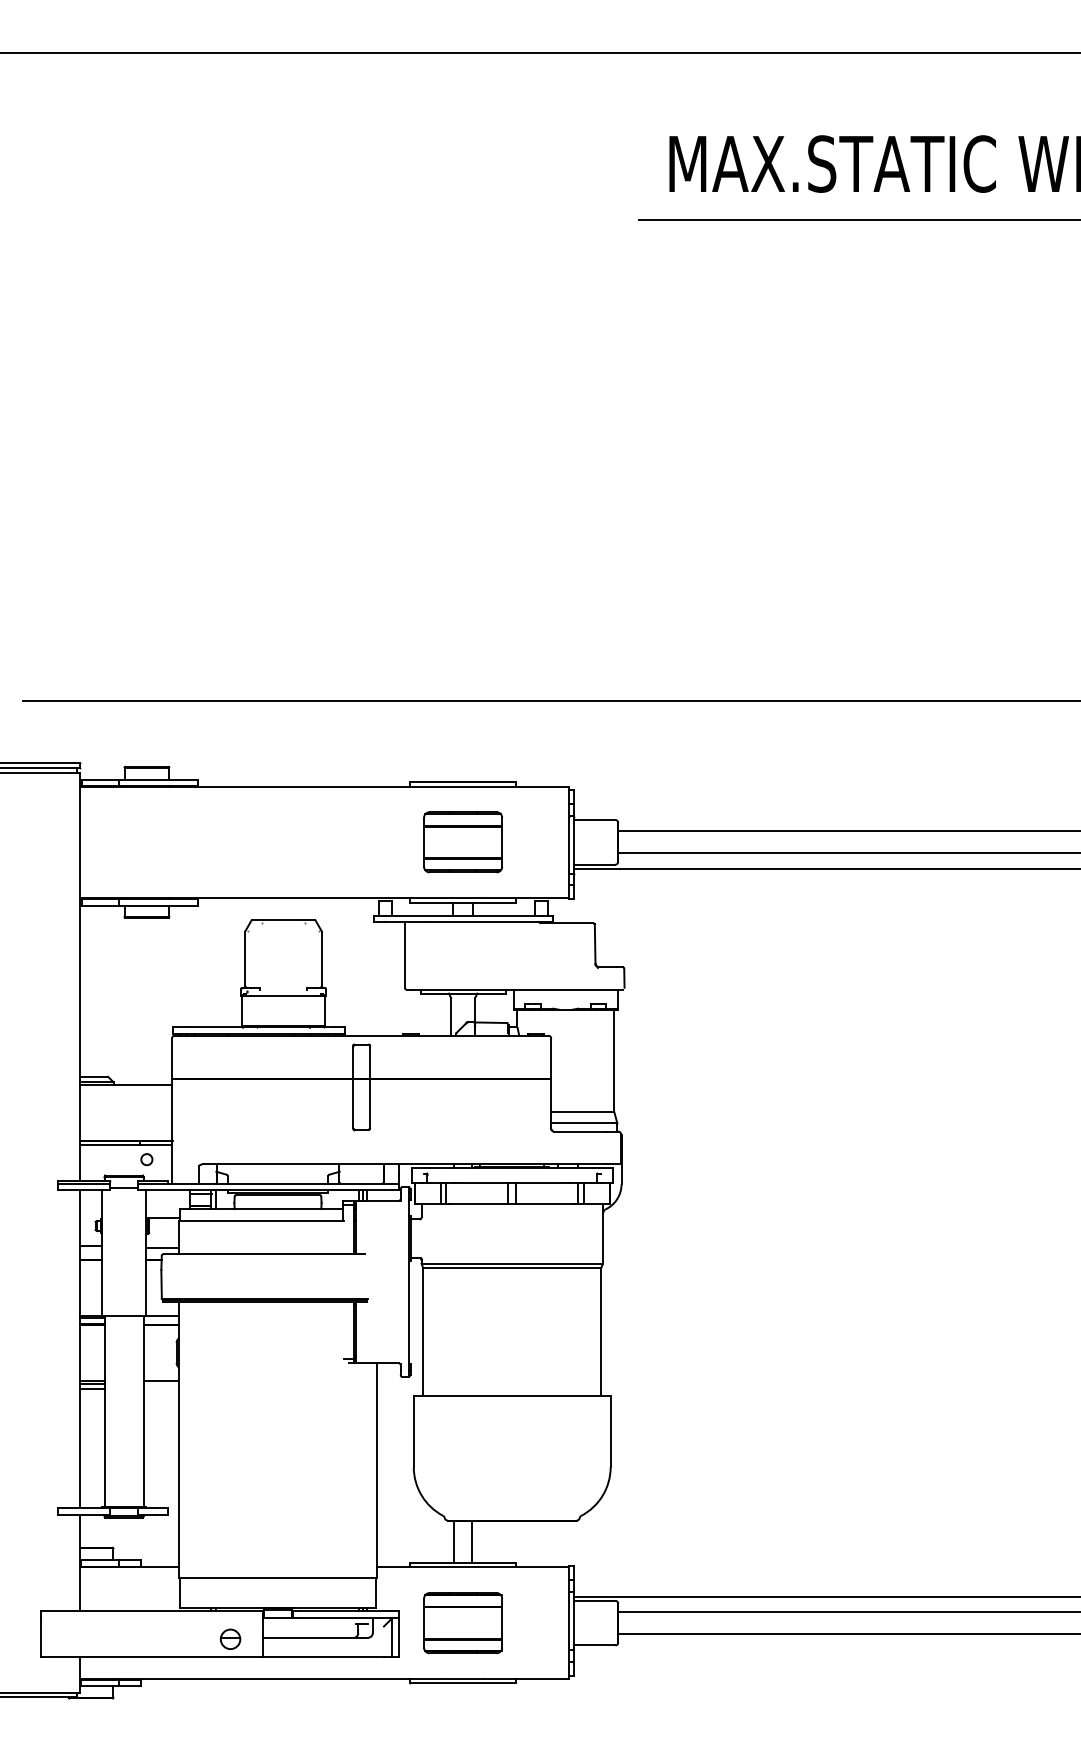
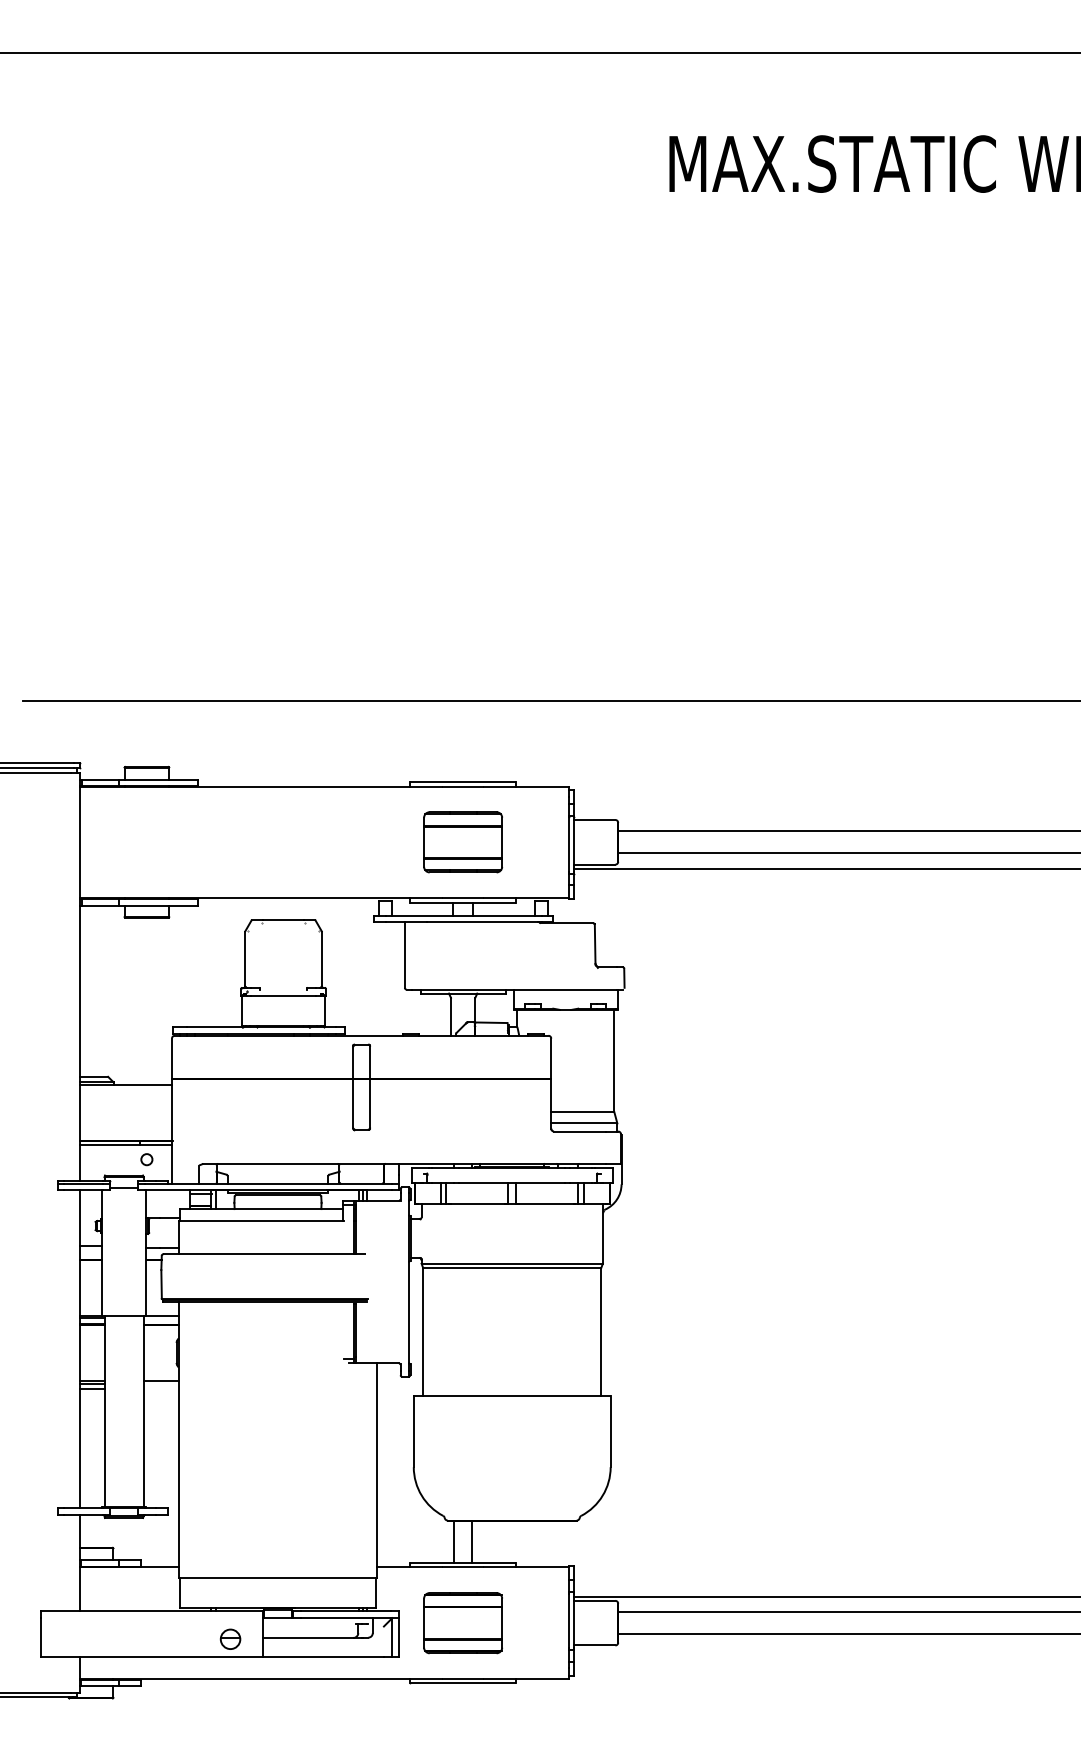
line at (857, 219): present -> none
